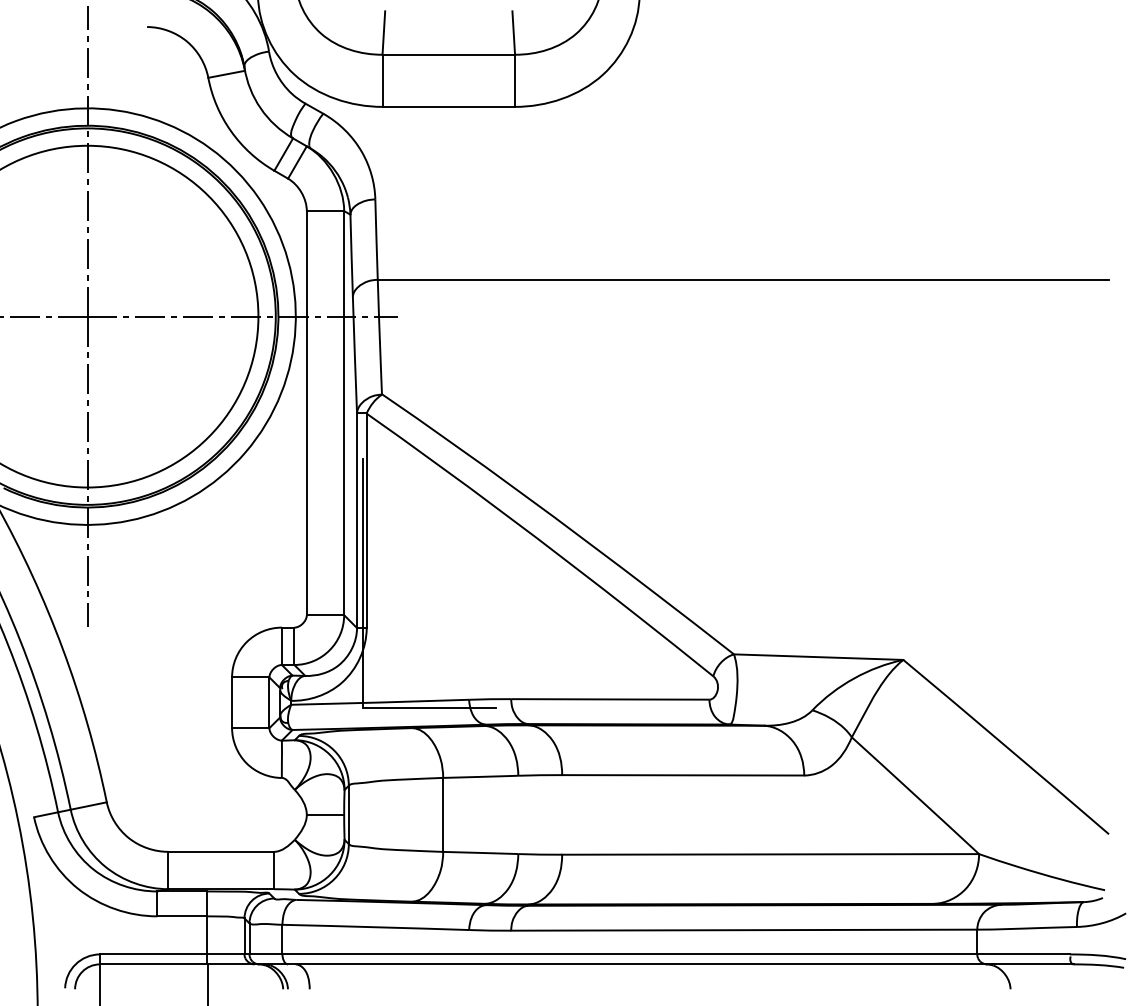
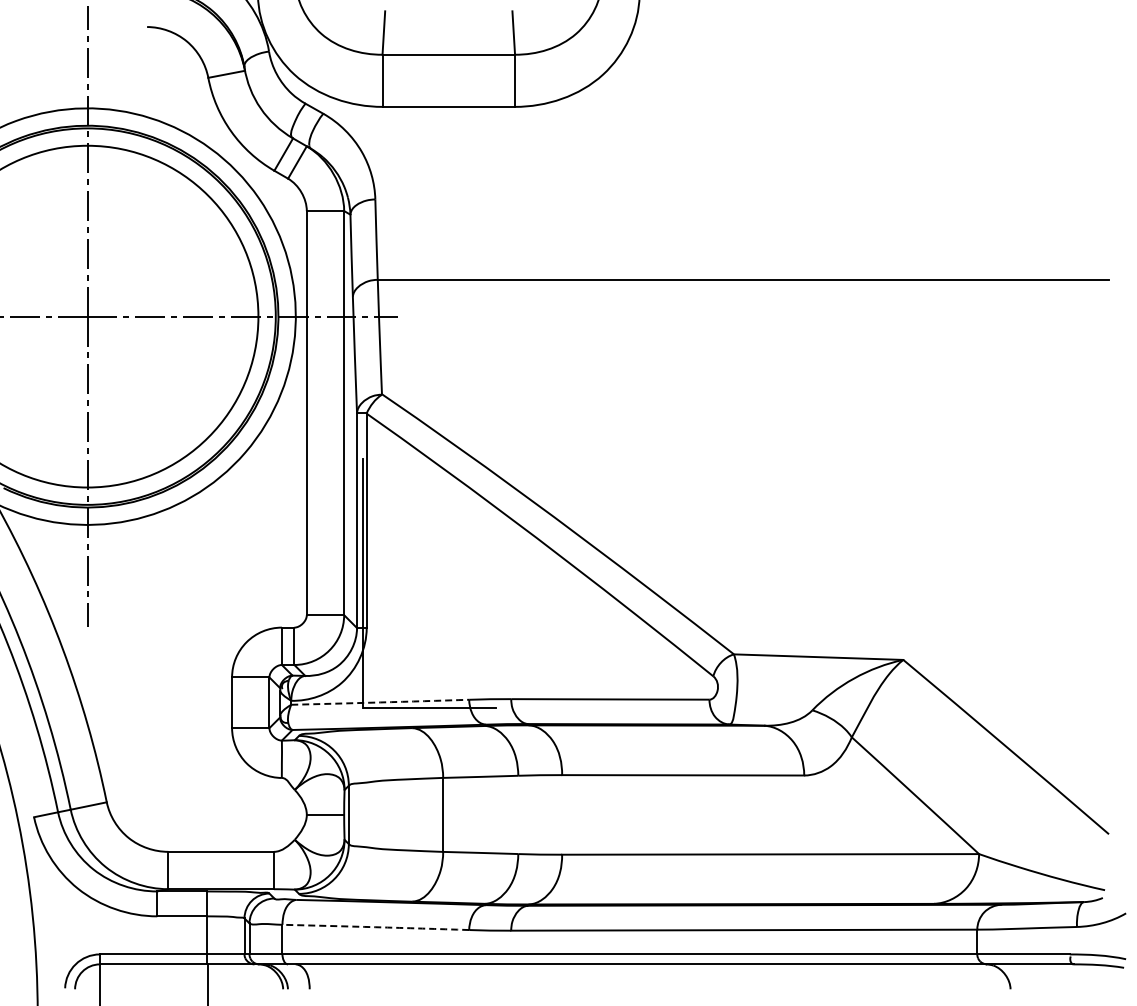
arc at (380, 702): solid -> dashed
arc at (375, 927): solid -> dashed
